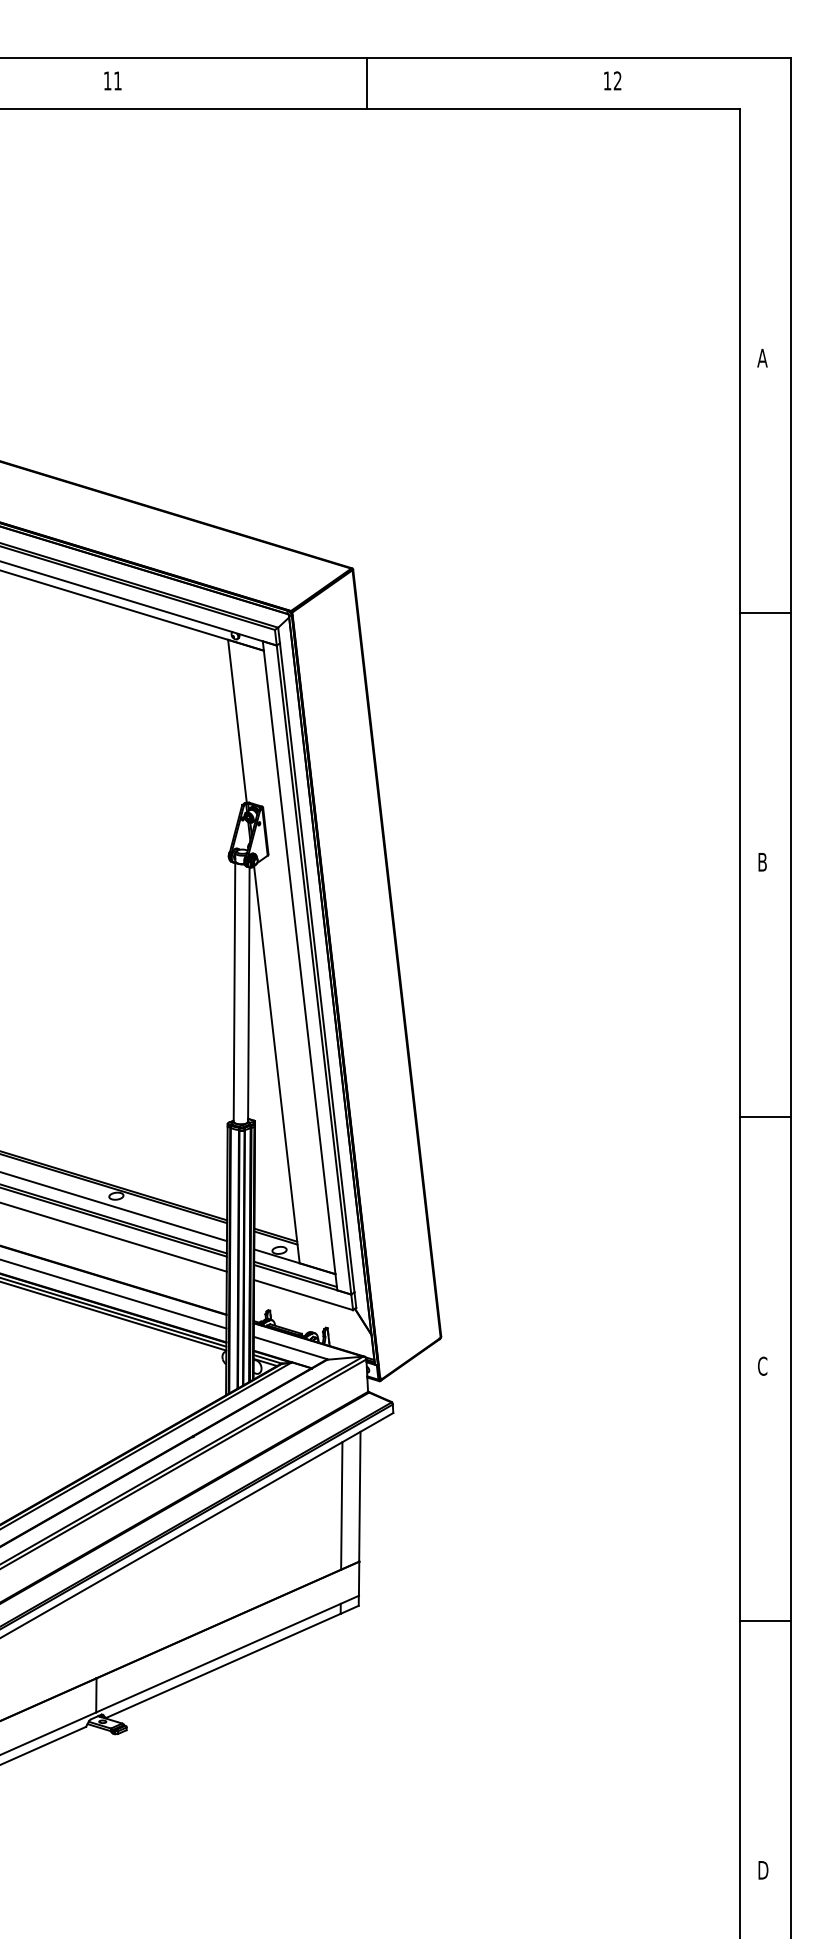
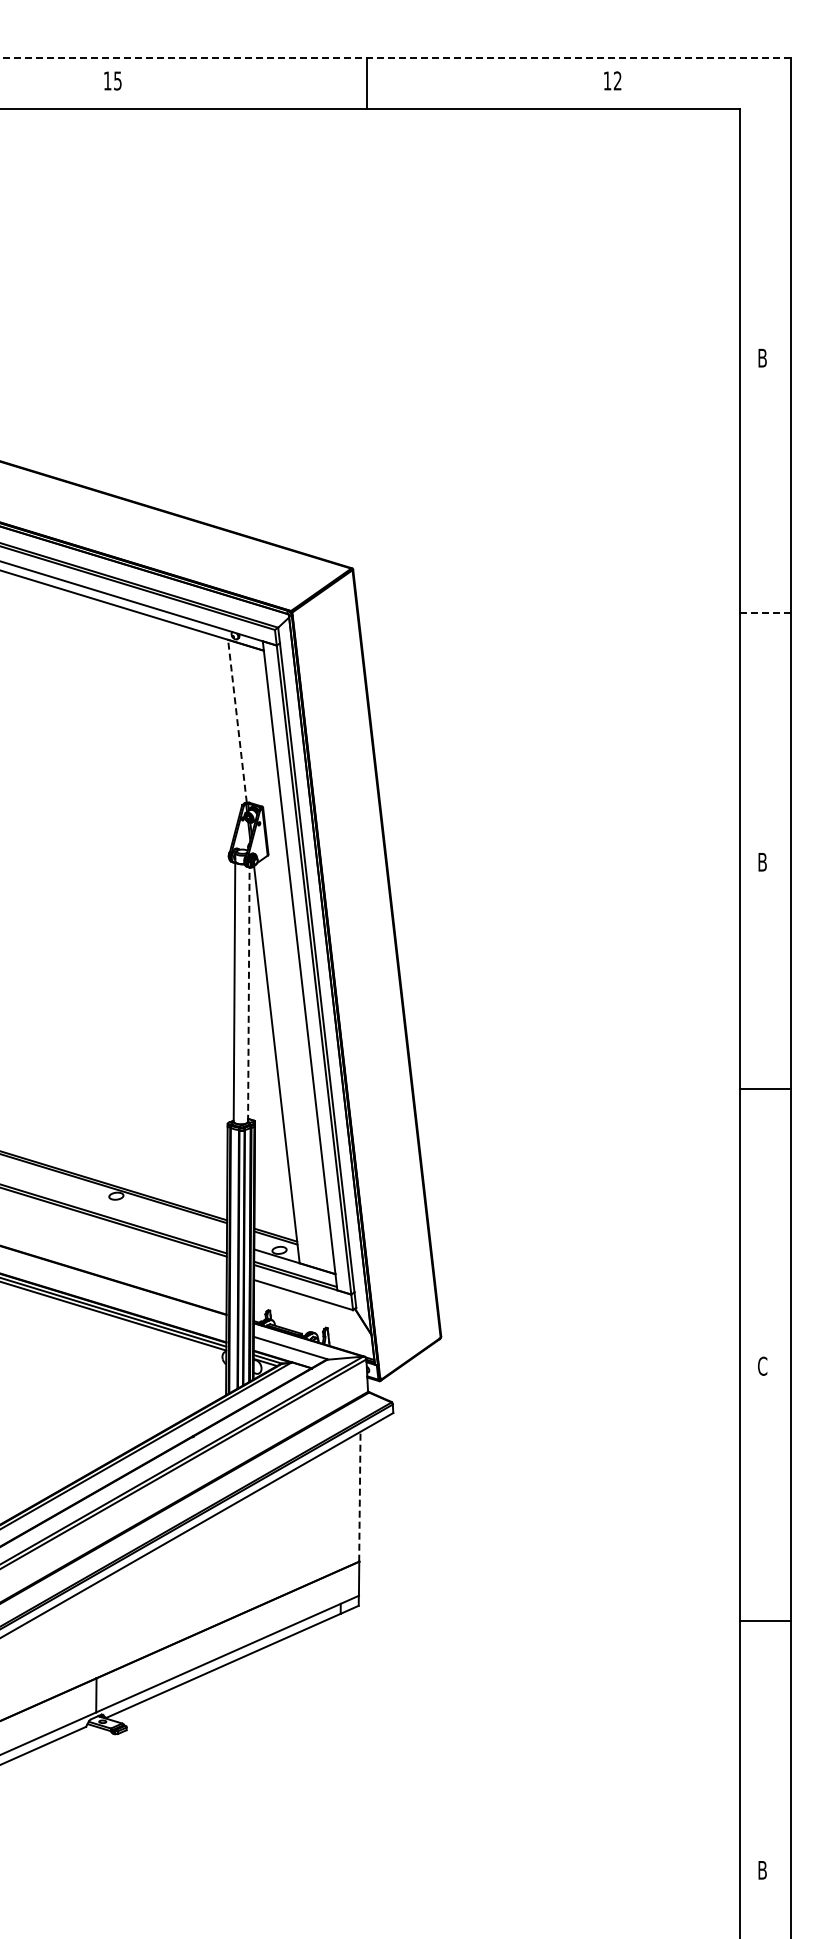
line at (395, 58): solid -> dashed
text at (117, 80): 11 -> 15
text at (762, 357): A -> B
line at (765, 612): solid -> dashed
line at (237, 721): solid -> dashed
line at (248, 994): solid -> dashed
line at (765, 1116) position: (765, 1116) -> (765, 1088)
line at (114, 1206): present -> none
line at (114, 1237): present -> none
line at (114, 1294): present -> none
line at (359, 1496): solid -> dashed
line at (341, 1505): present -> none
text at (764, 1870): D -> B
